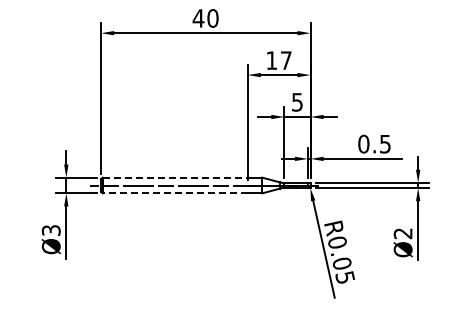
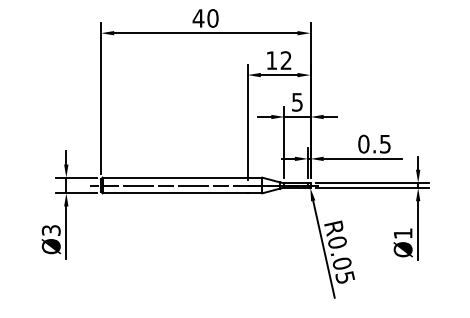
text at (285, 60): 17 -> 12
line at (175, 177): dashed -> solid
line at (175, 193): dashed -> solid
text at (402, 233): Ø2 -> Ø1
